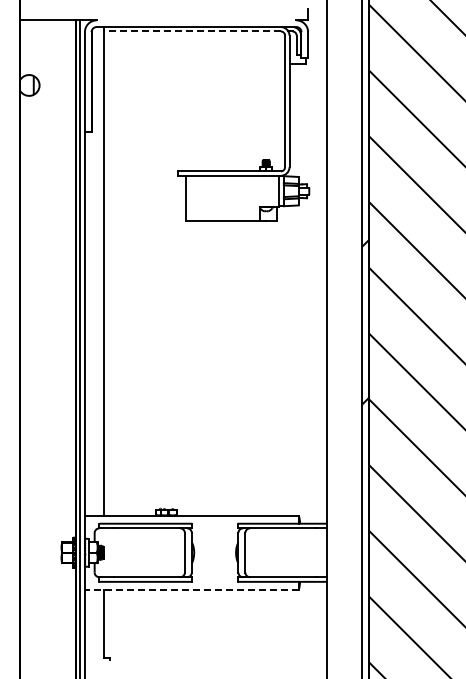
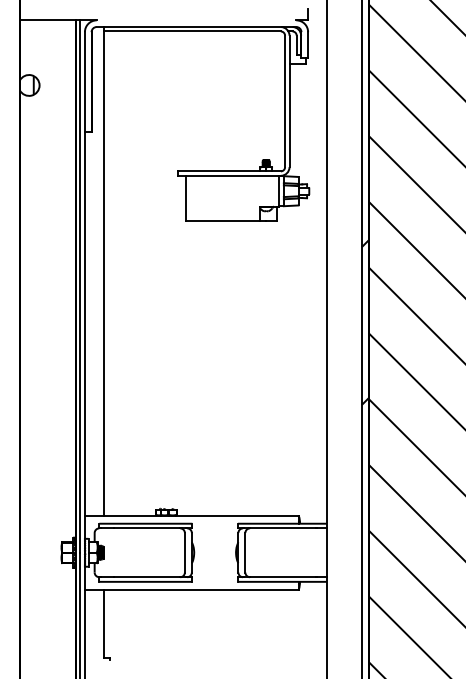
line at (192, 31): dashed -> solid
line at (191, 589): dashed -> solid
